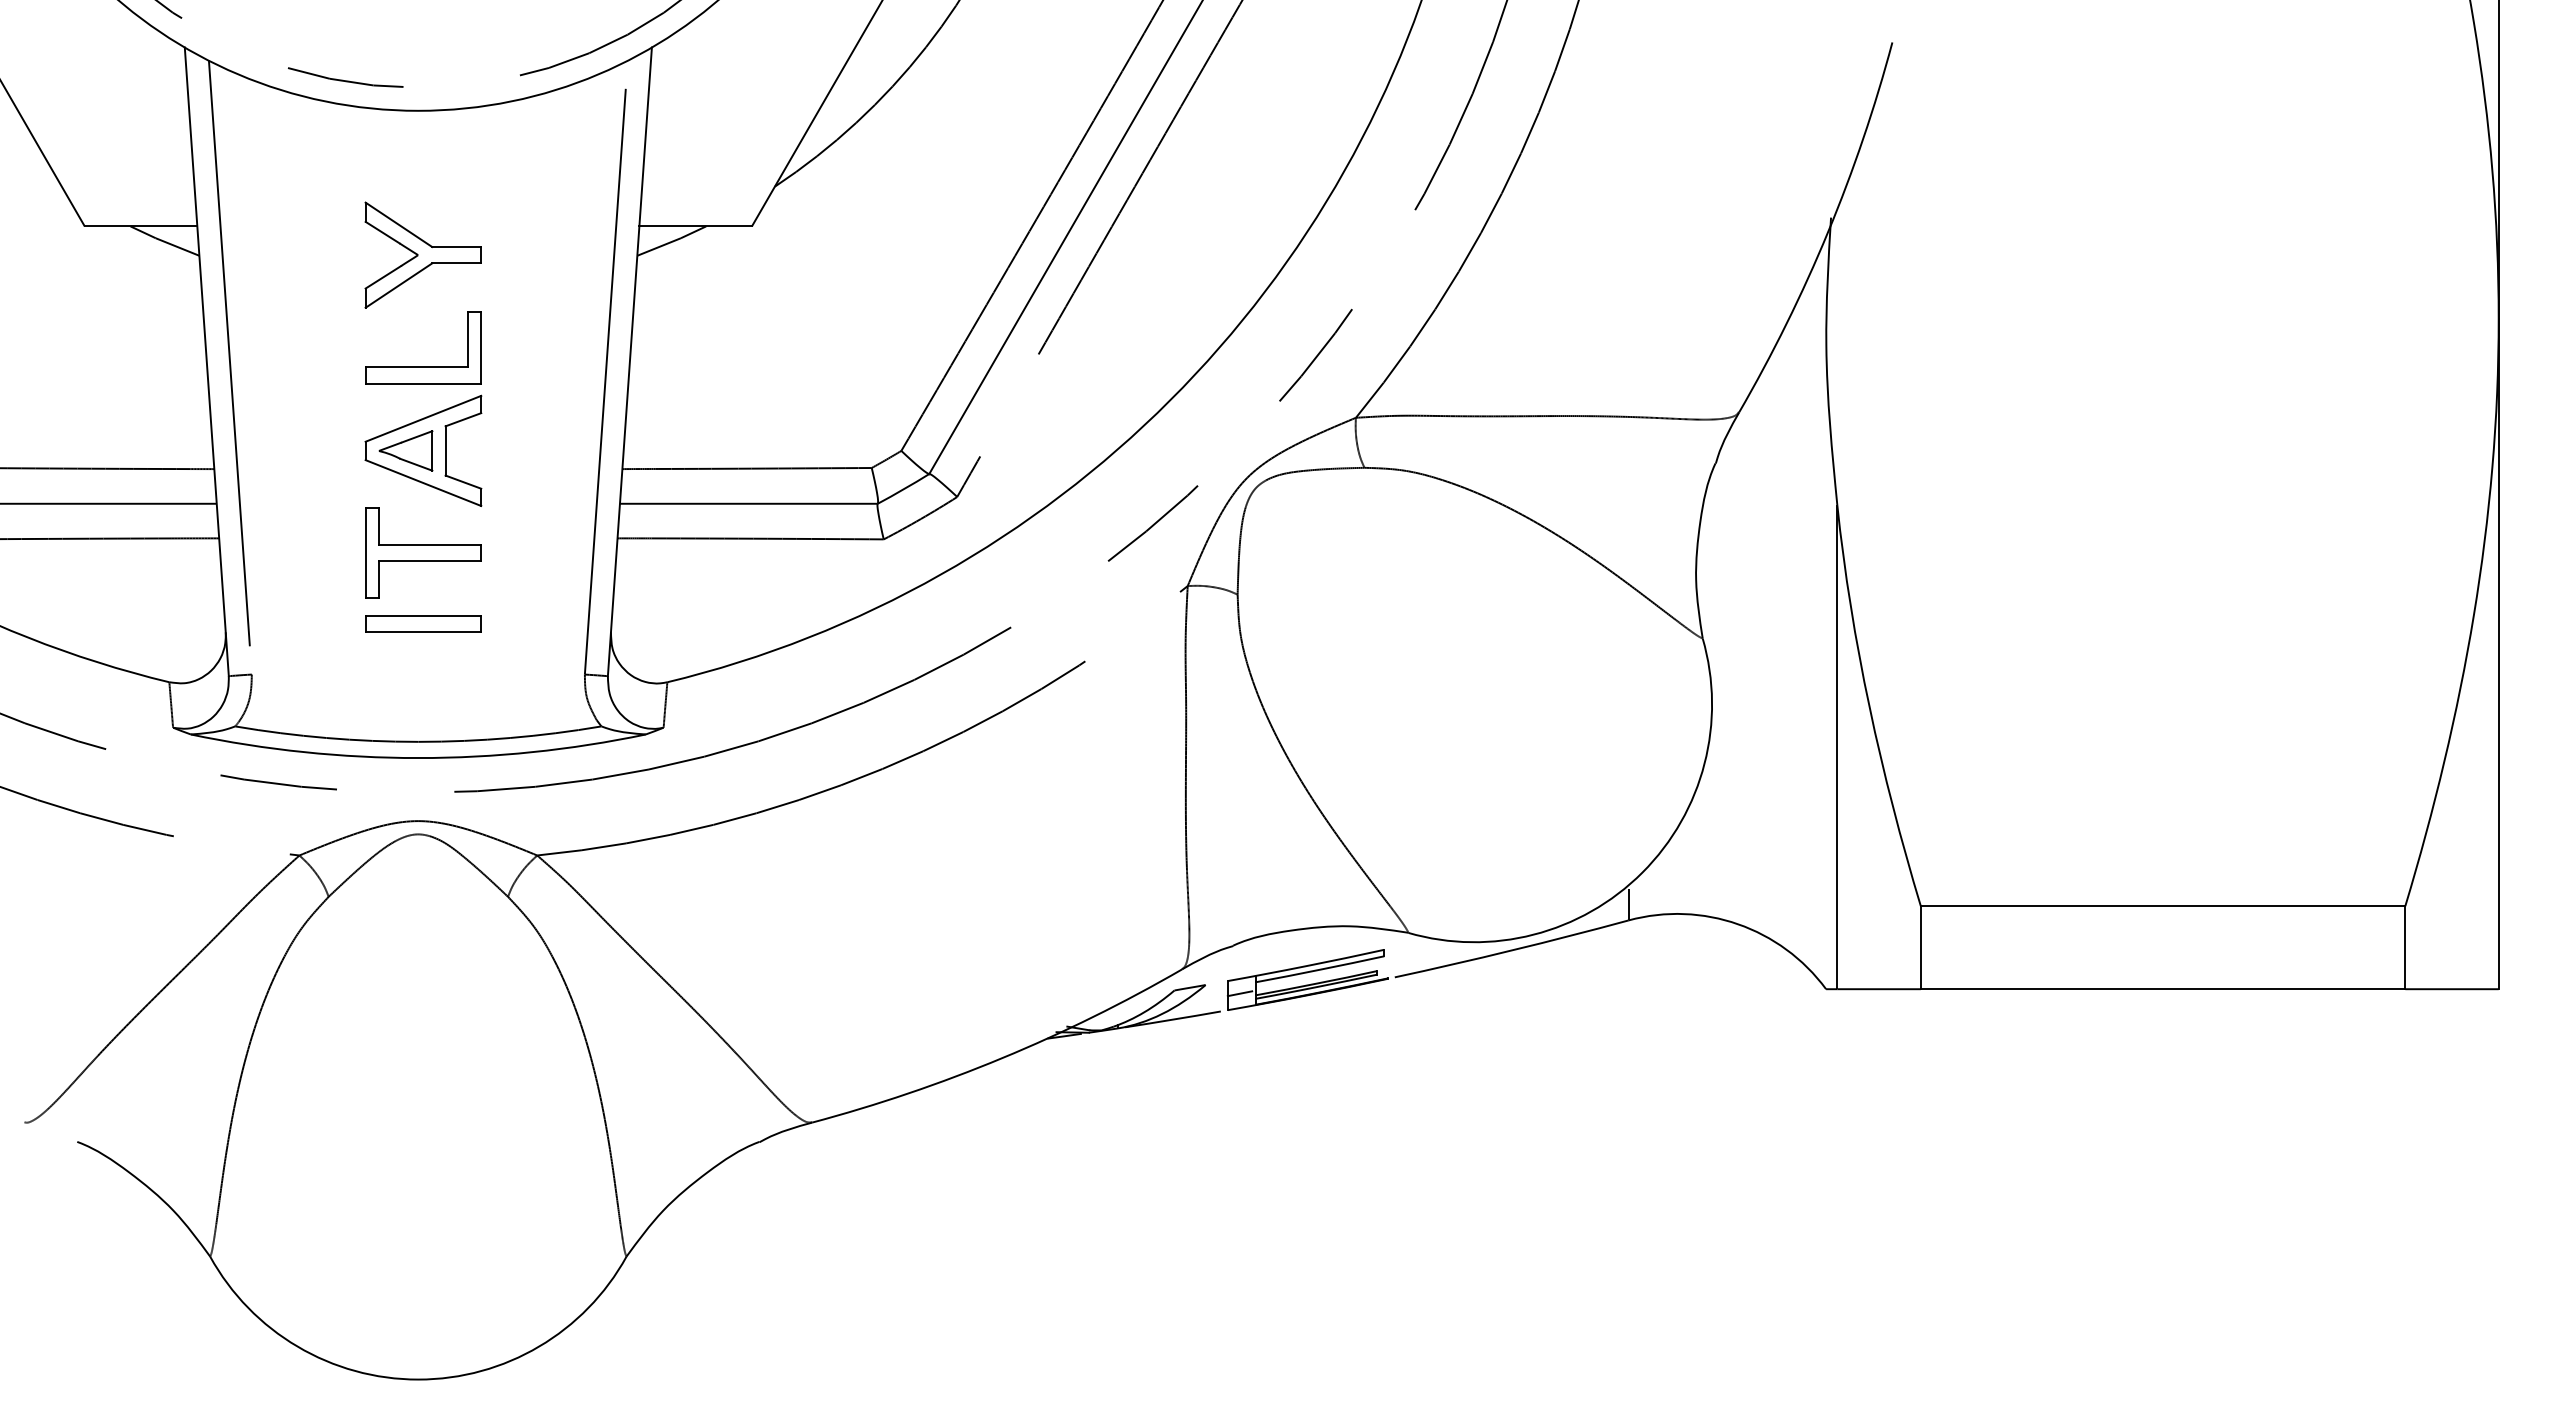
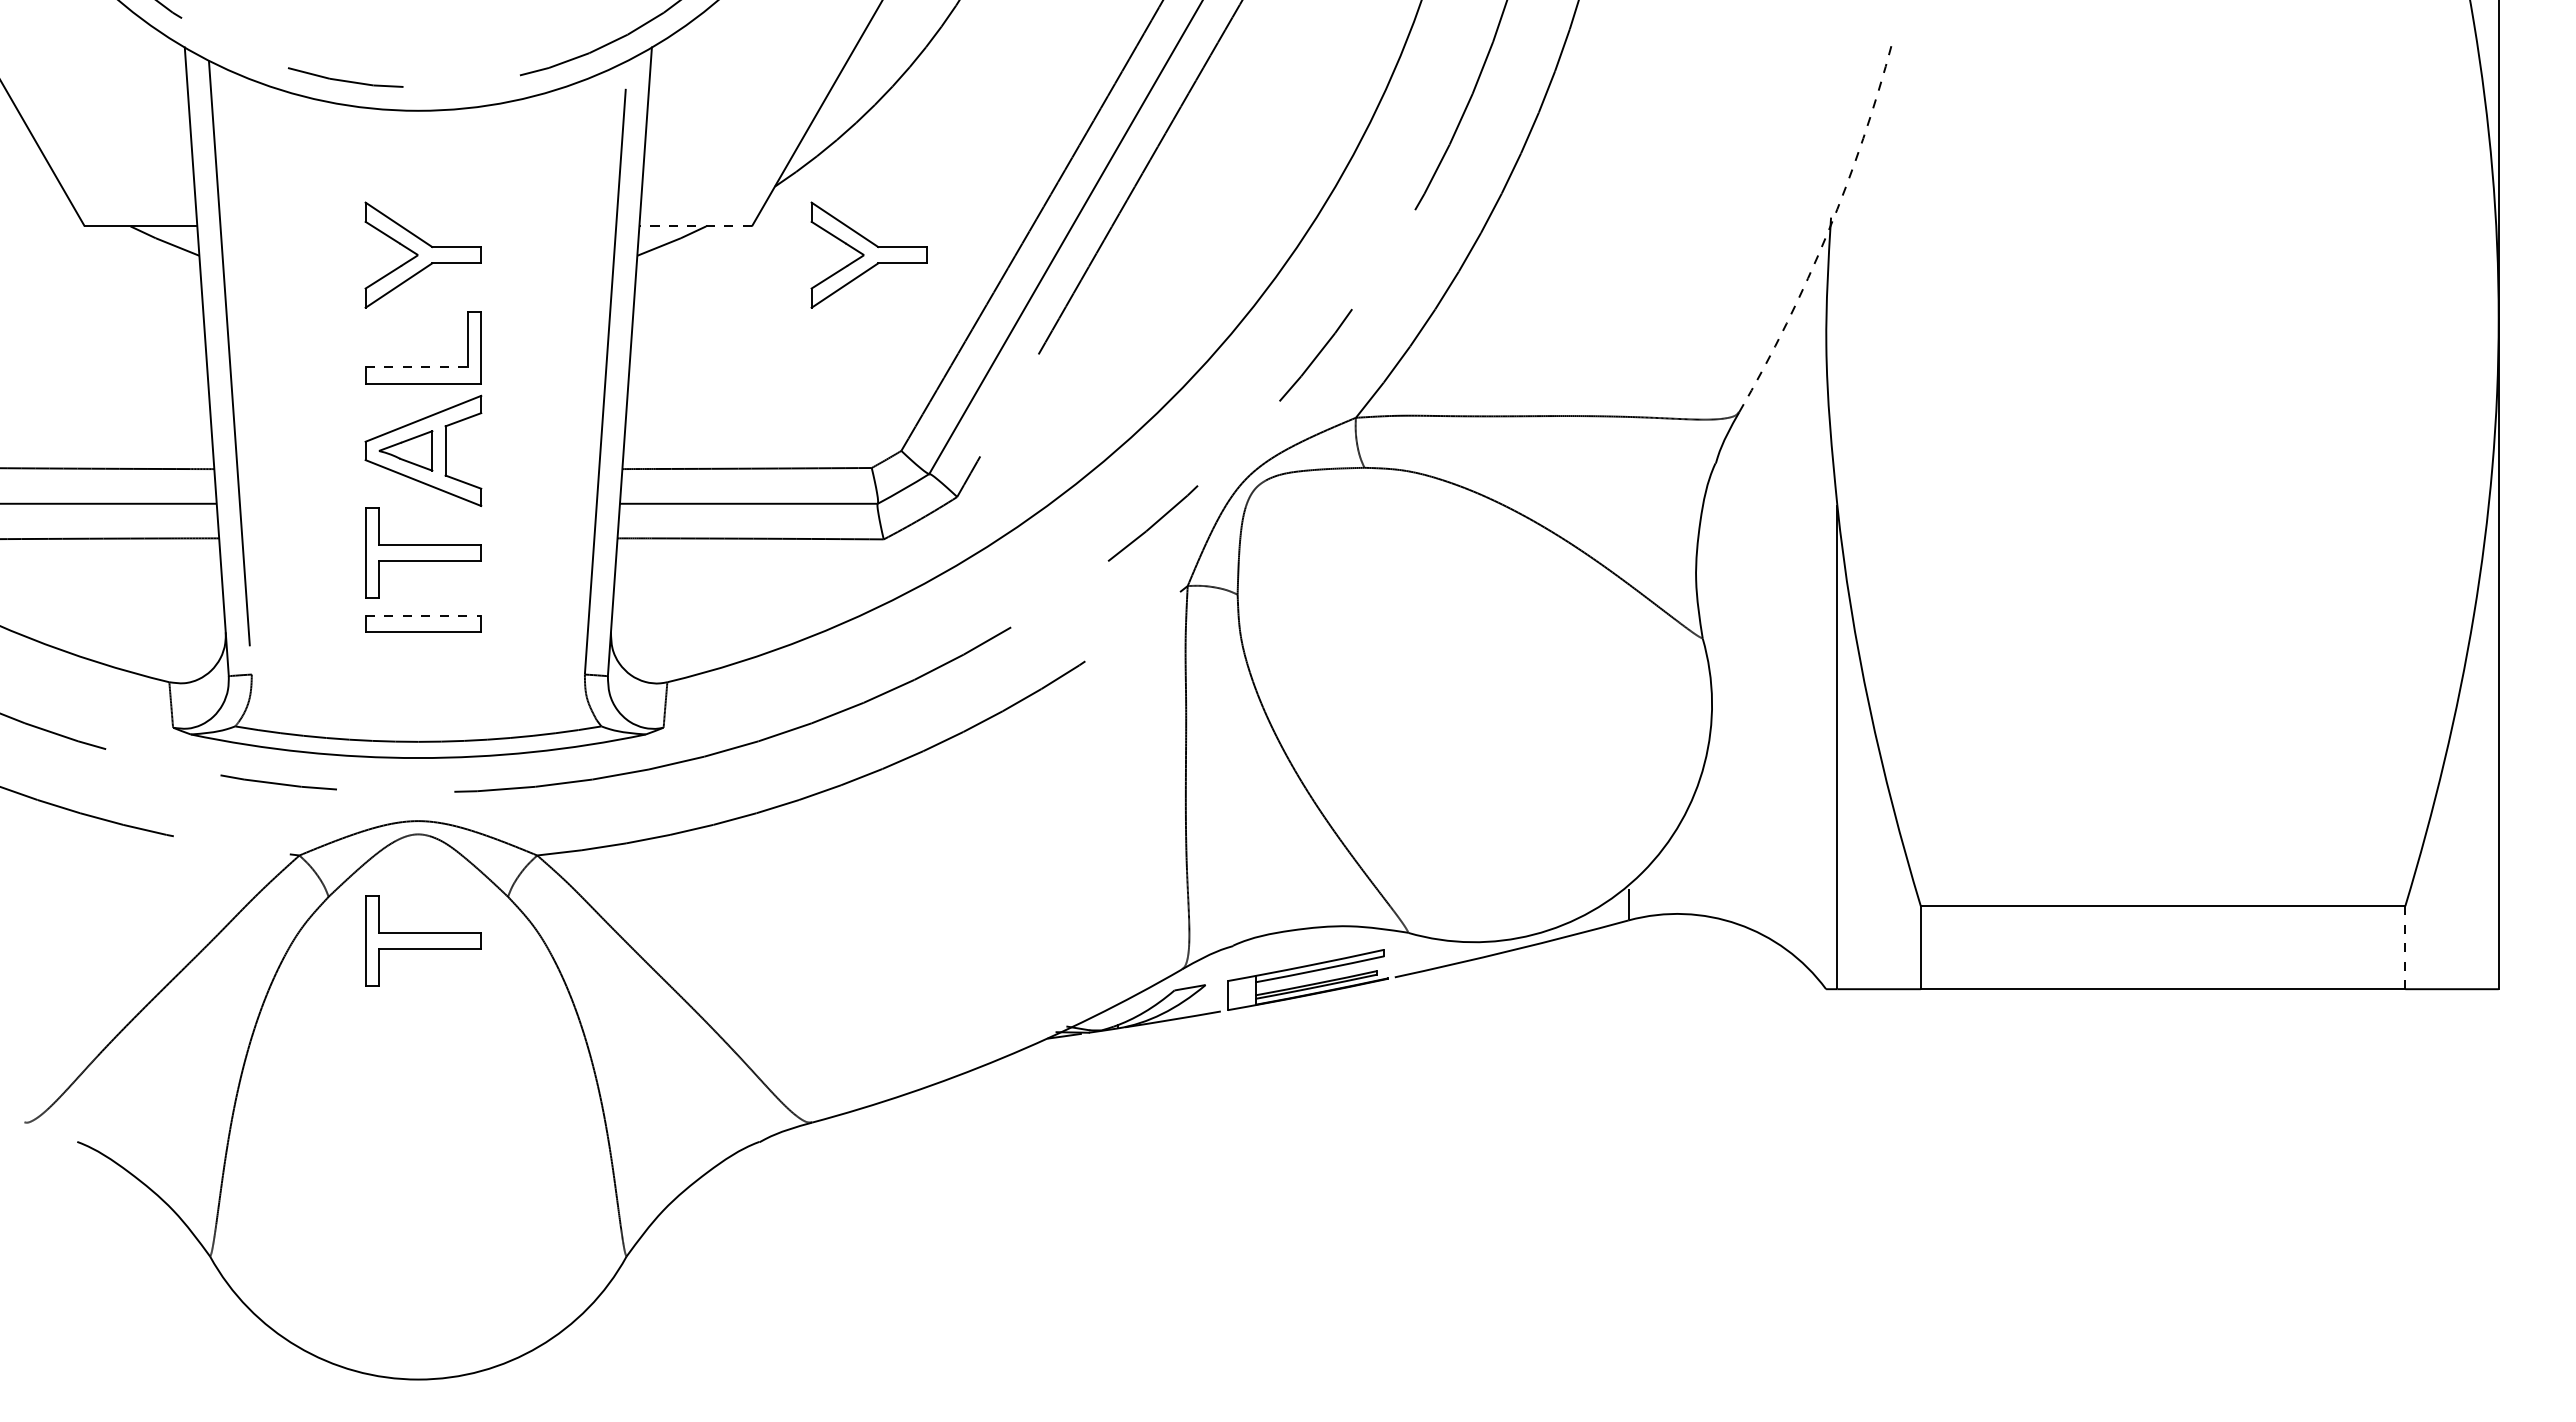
line at (695, 226): solid -> dashed
arc at (1828, 232): solid -> dashed
part at (868, 254): none -> present
line at (417, 367): solid -> dashed
line at (423, 616): solid -> dashed
part at (423, 940): none -> present
line at (2405, 947): solid -> dashed
line at (1239, 993): present -> none
